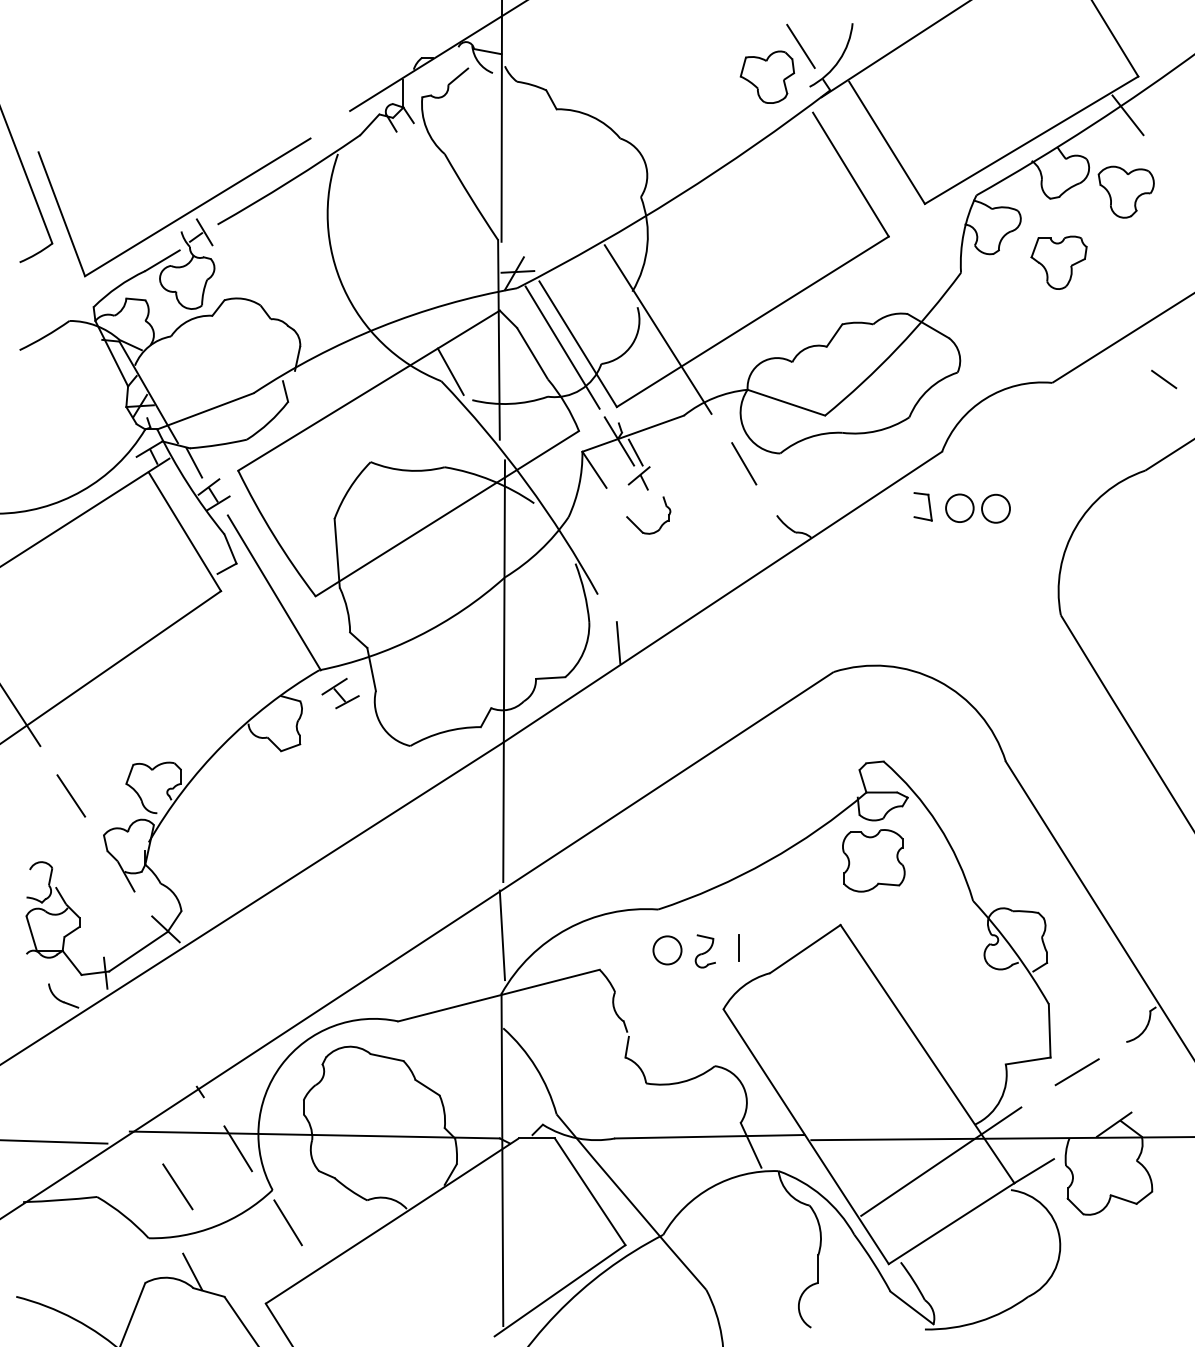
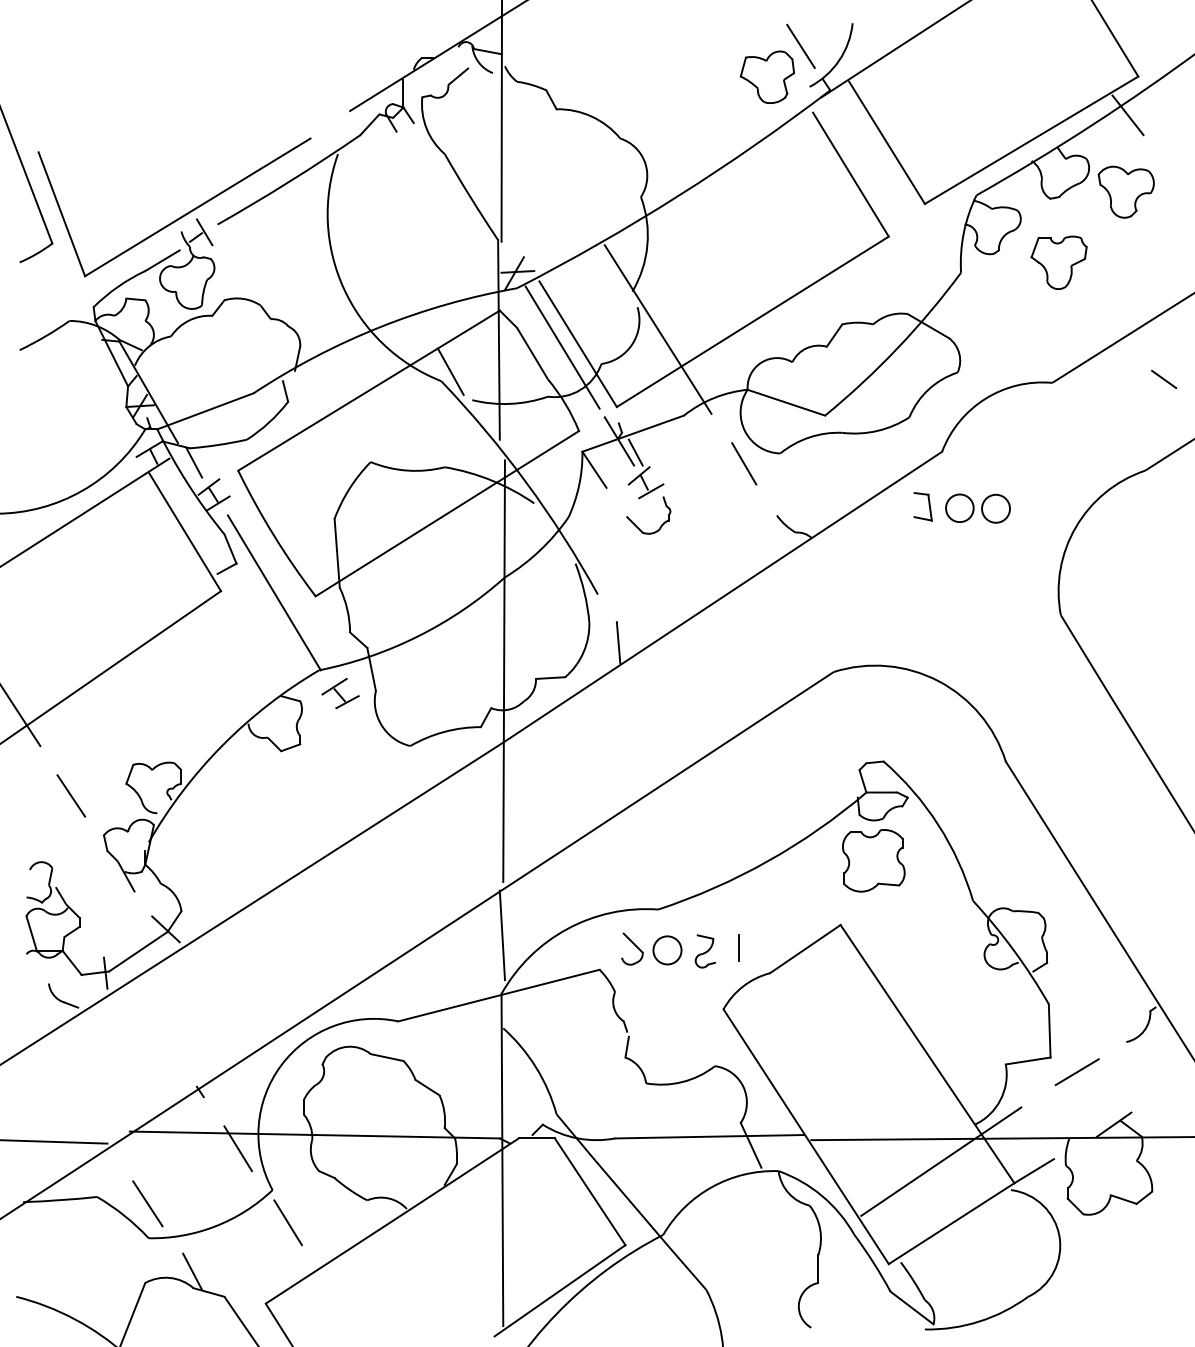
line at (651, 491): none -> present
part at (632, 948): none -> present
line at (177, 1186) position: (177, 1186) -> (147, 1203)
